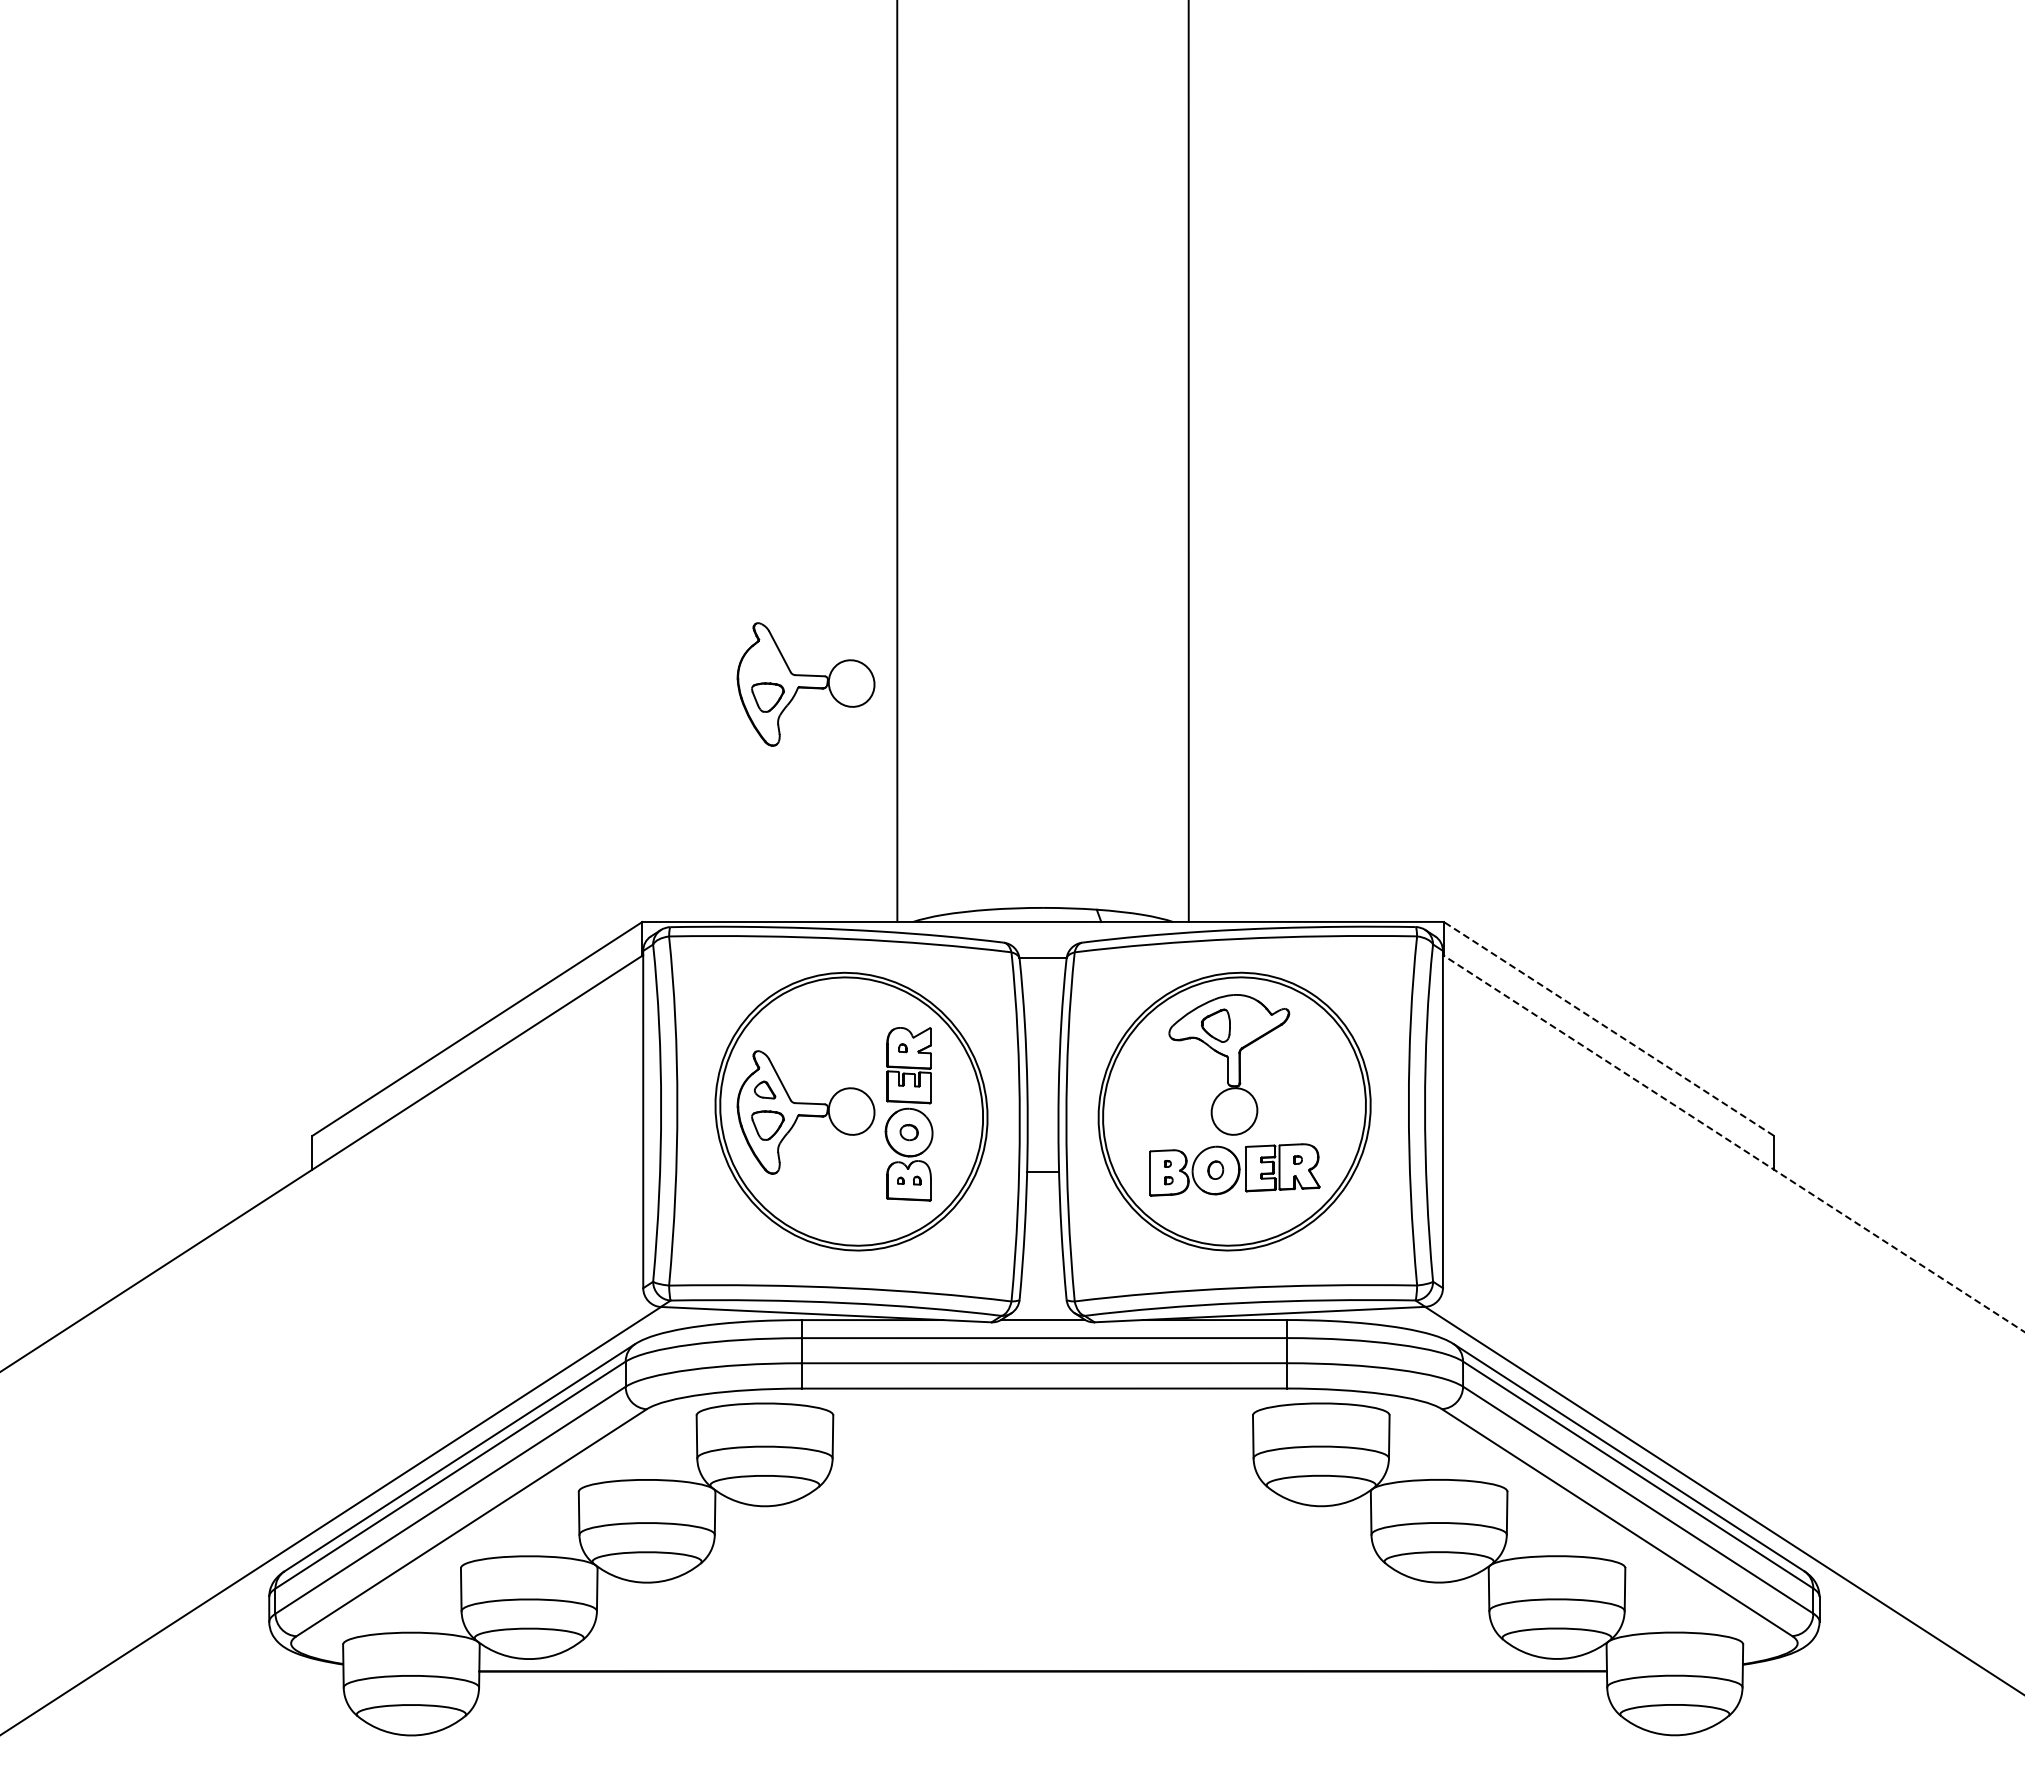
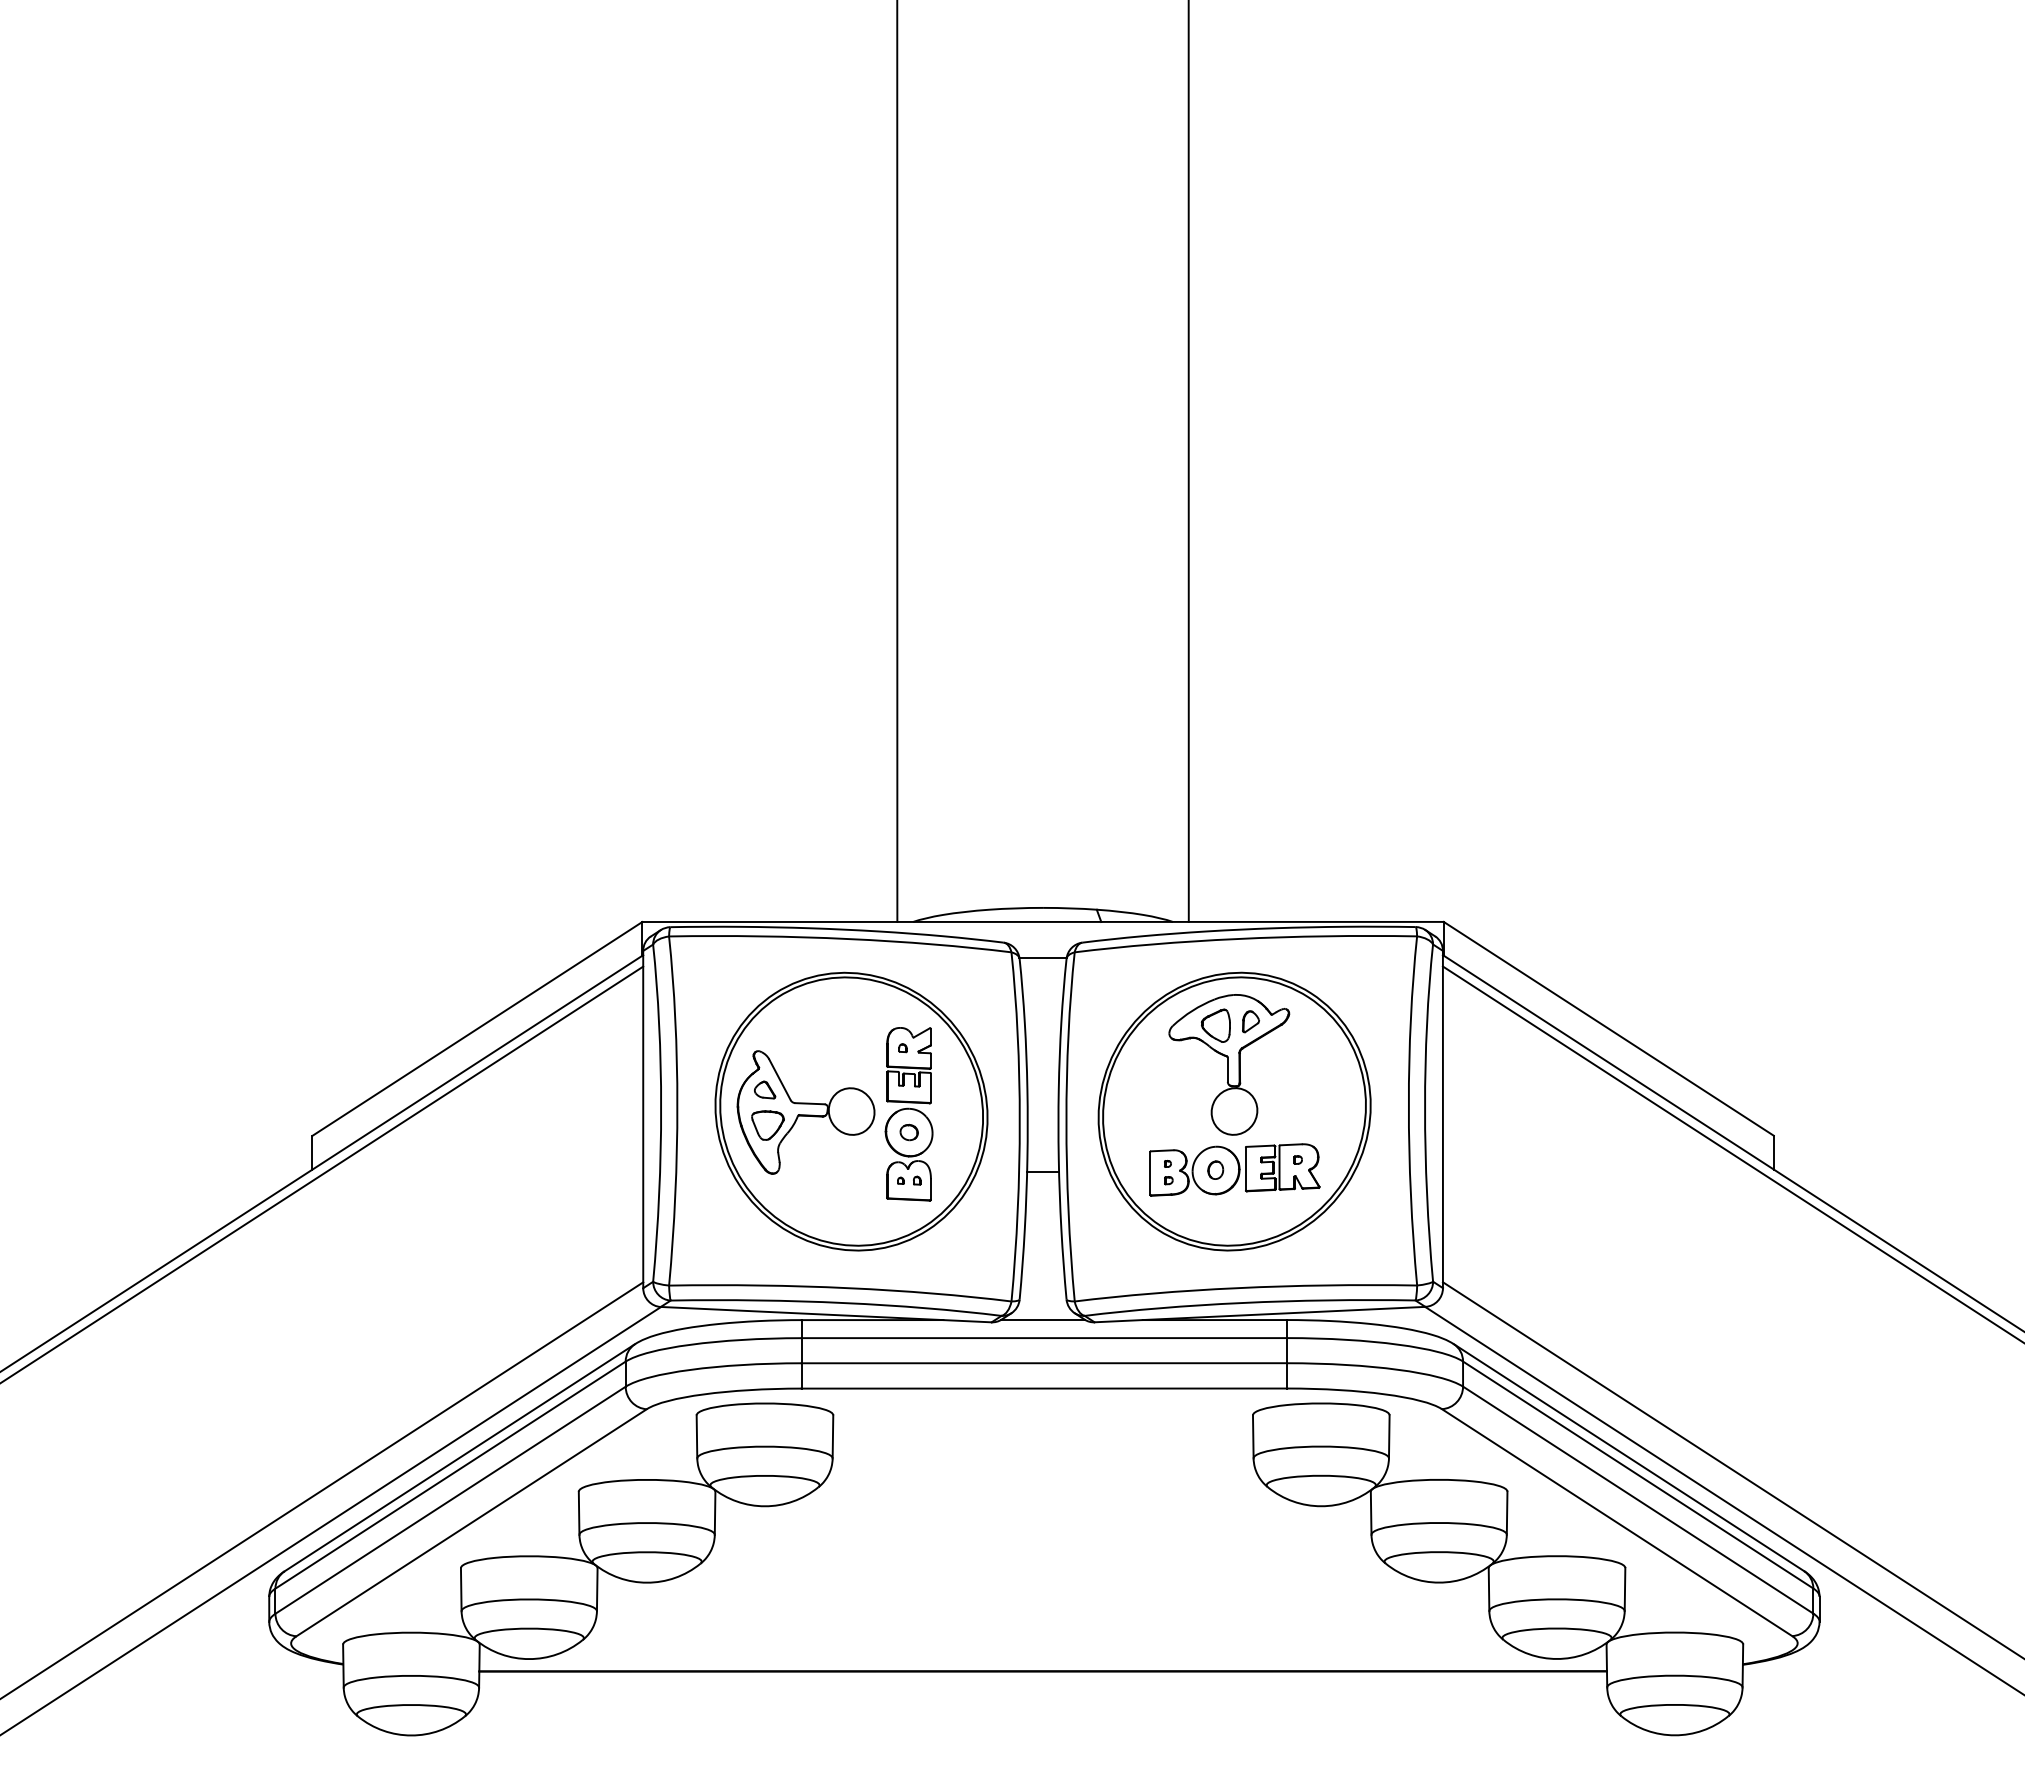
part at (805, 684): present -> none
part at (1250, 1021): none -> present
line at (1608, 1028): dashed -> solid
line at (1733, 1143): dashed -> solid
line at (1731, 1153): none -> present
line at (322, 1174): none -> present
line at (1731, 1469): none -> present
line at (322, 1489): none -> present
